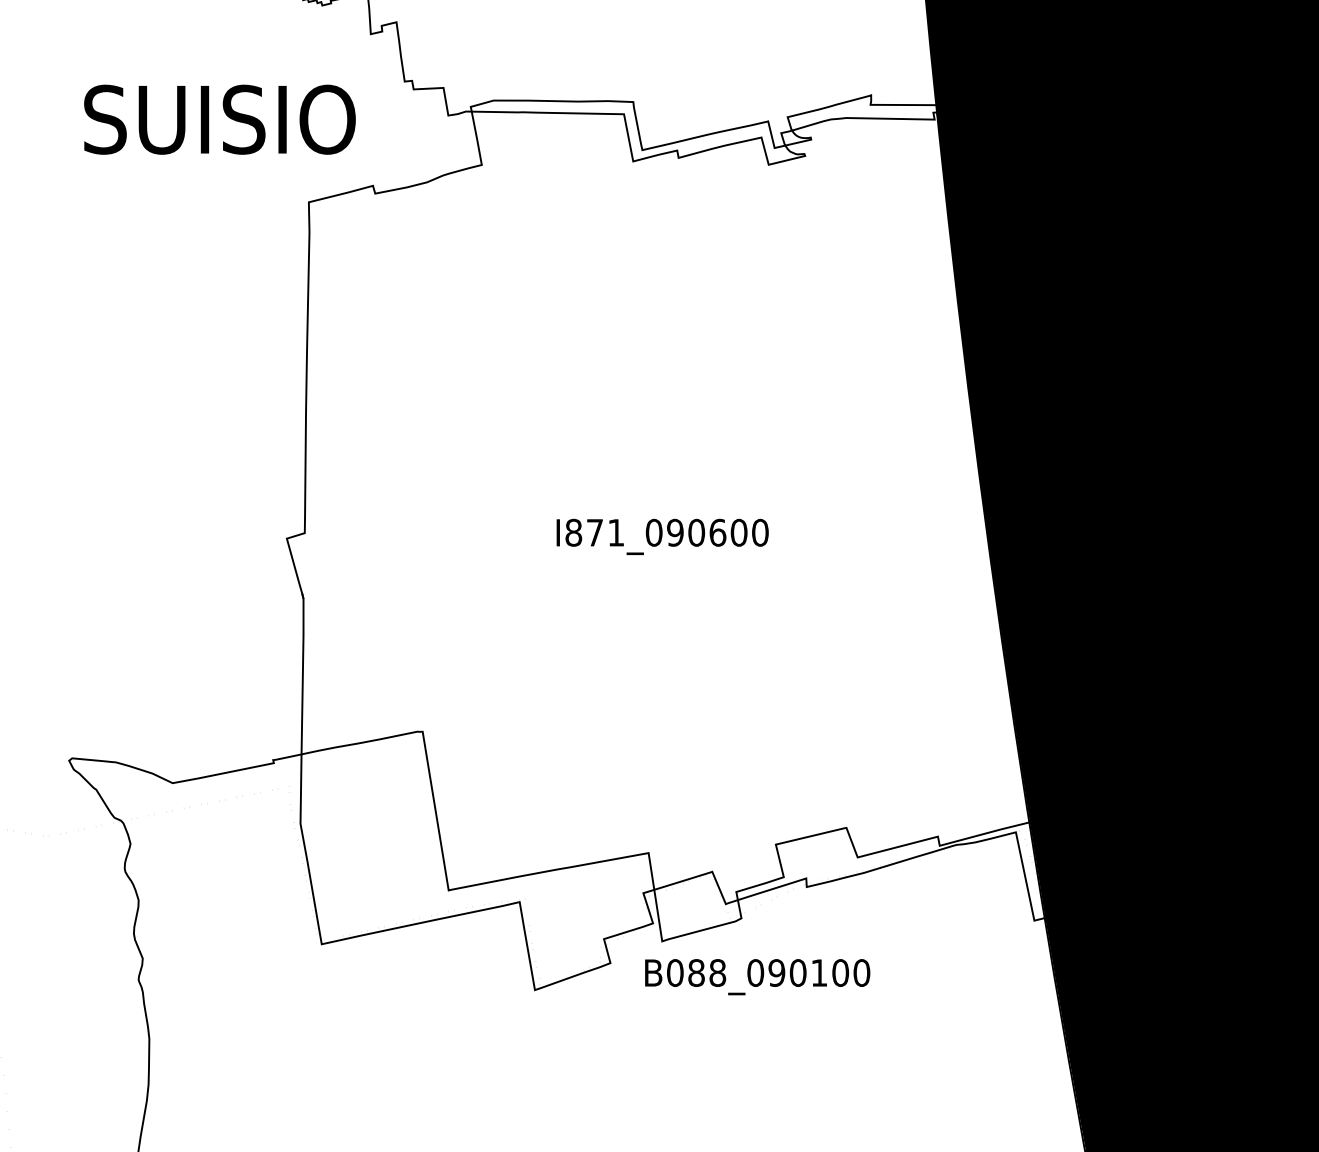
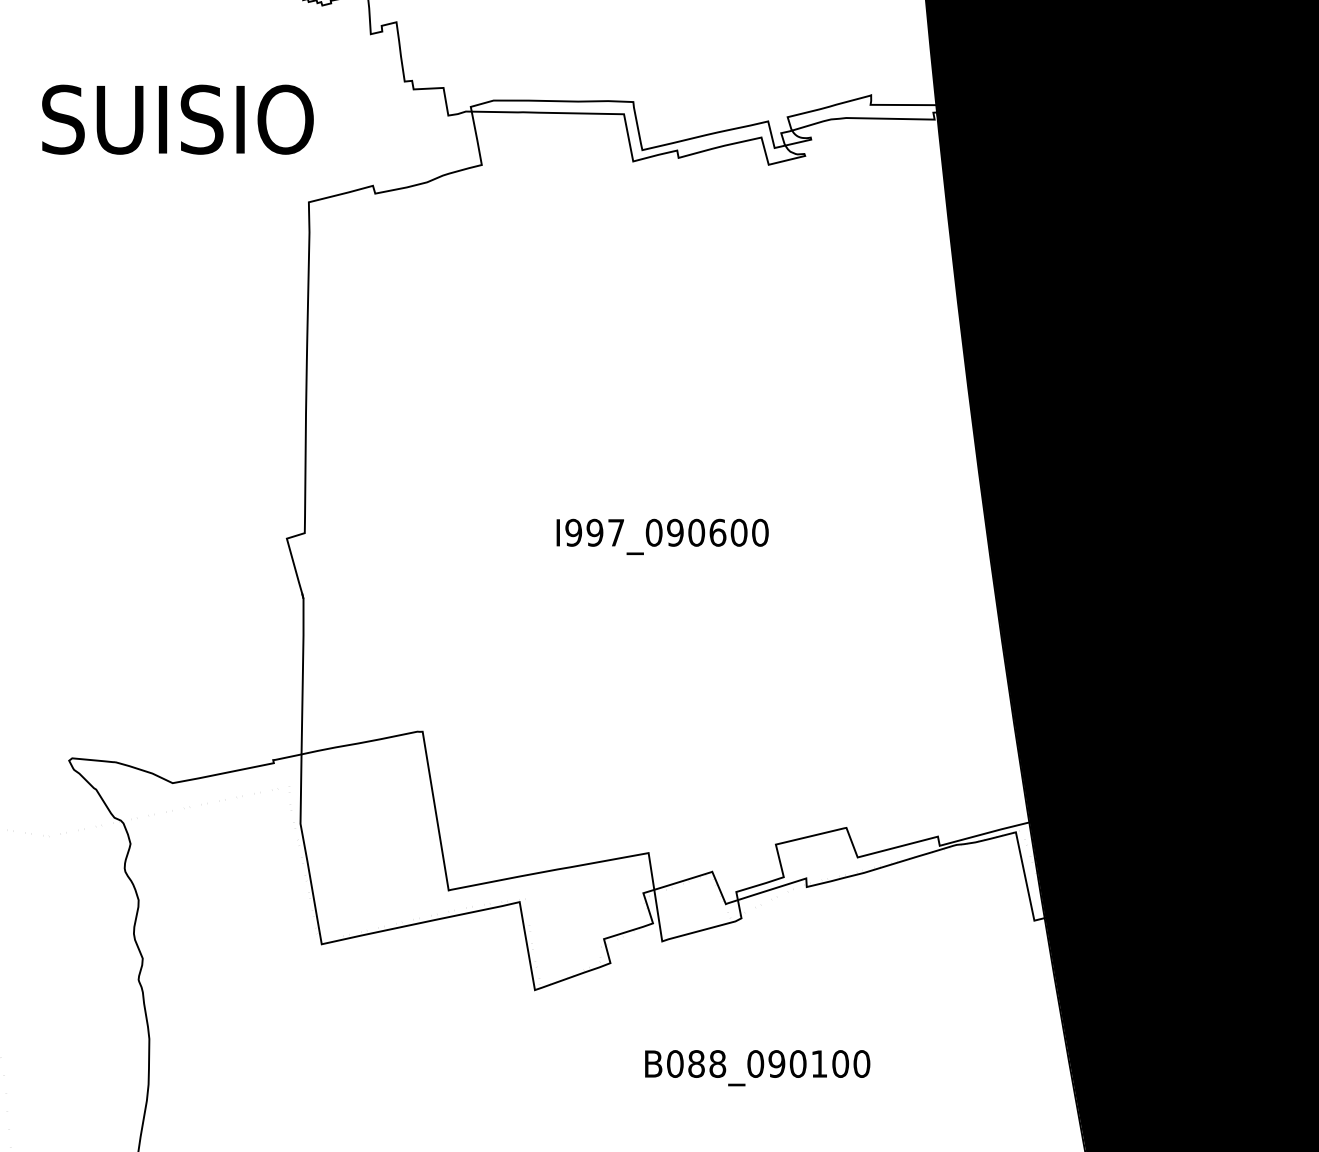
text at (219, 119) position: (219, 119) -> (177, 119)
text at (594, 532): I871_090600 -> I997_090600
text at (757, 977) position: (757, 977) -> (757, 1068)
